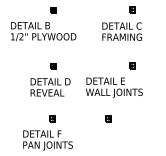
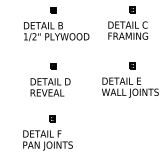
text at (43, 31) position: (43, 31) -> (56, 31)
text at (122, 31) position: (122, 31) -> (128, 30)
text at (114, 87) position: (114, 87) -> (130, 87)
part at (108, 118): present -> none
